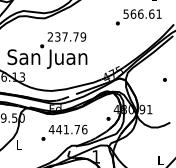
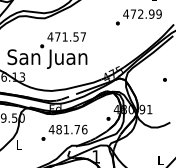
text at (142, 13): 566.61 -> 472.99
text at (66, 36): 237.79 -> 471.57
text at (59, 129): 441.76 -> 481.76
